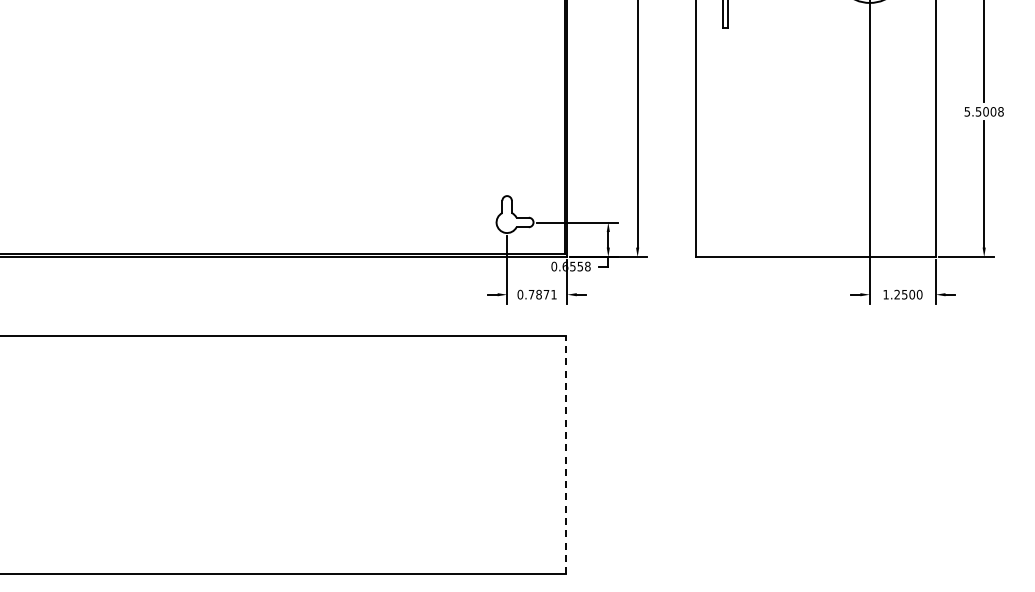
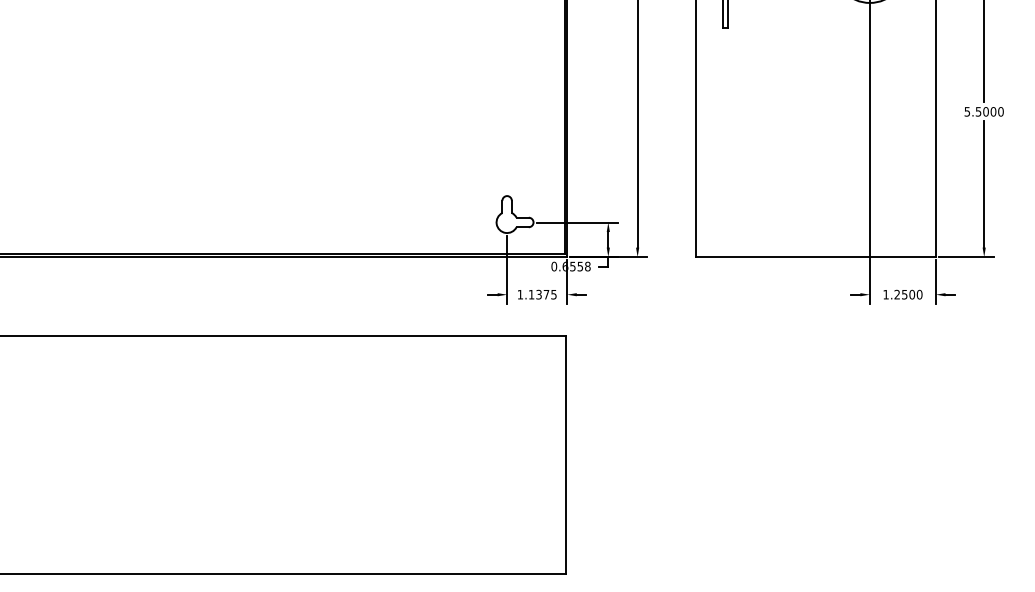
text at (1000, 111): 5.5008 -> 5.5000
text at (536, 294): 0.7871 -> 1.1375
line at (566, 455): dashed -> solid
